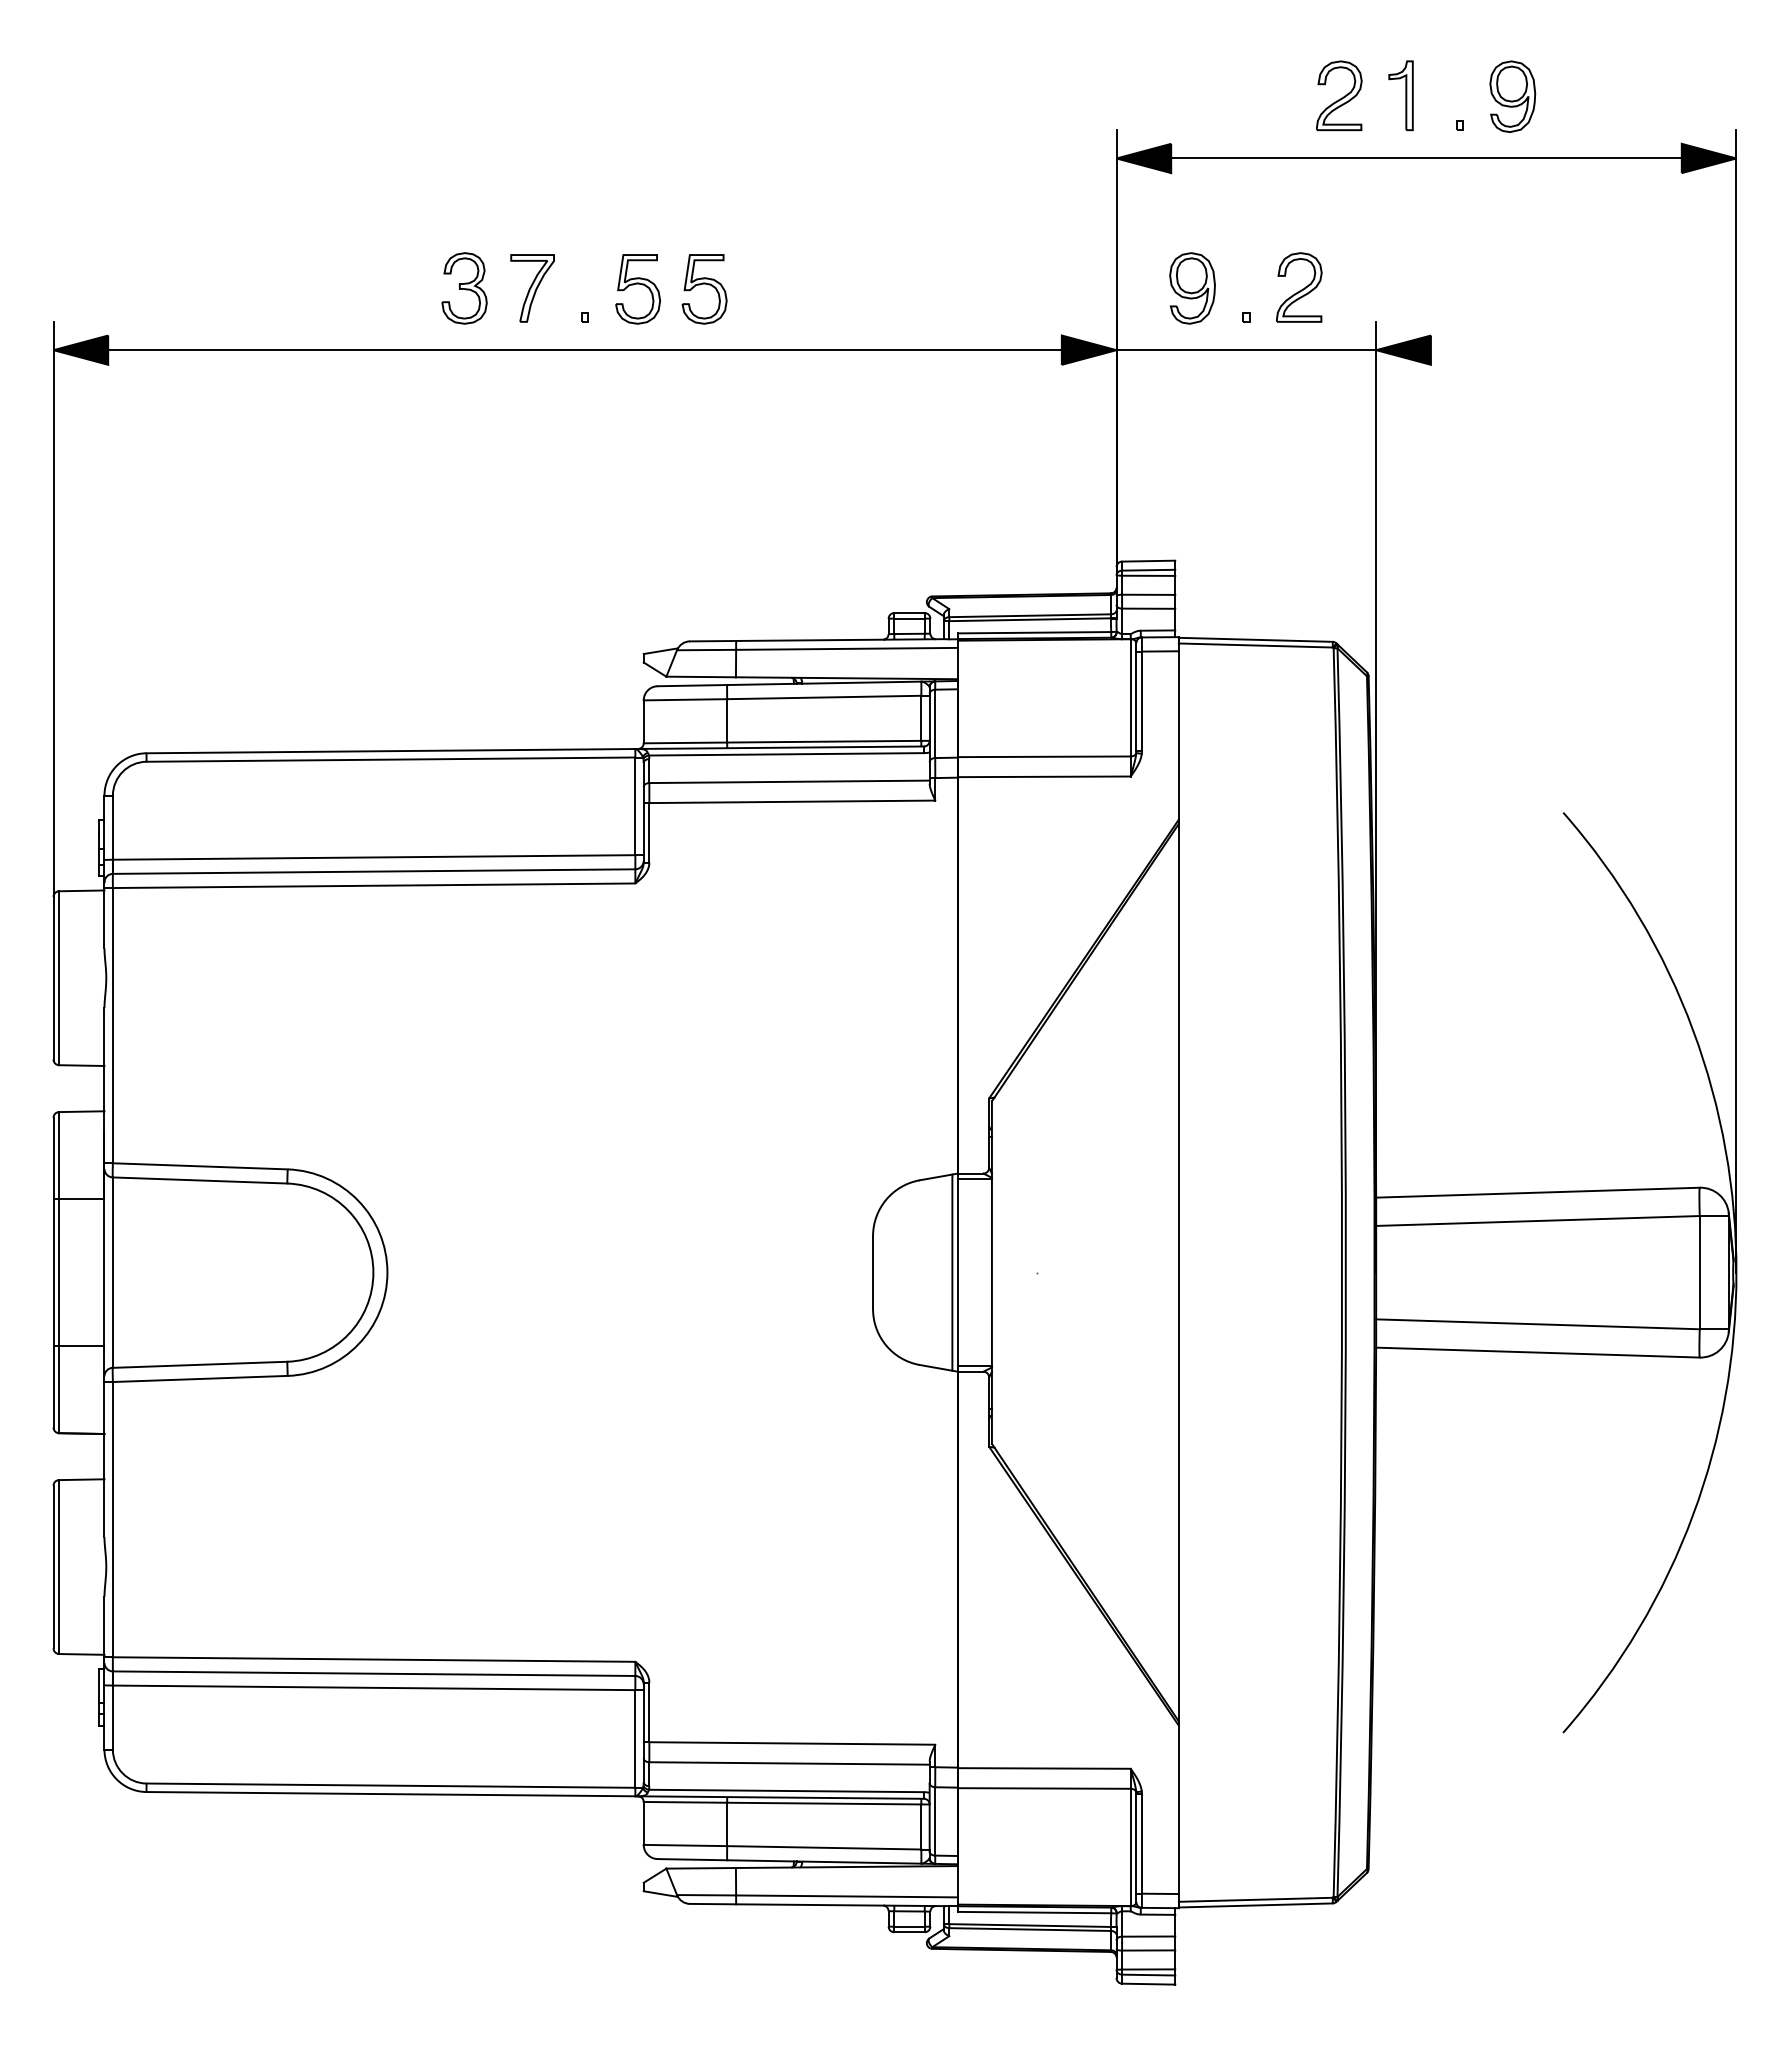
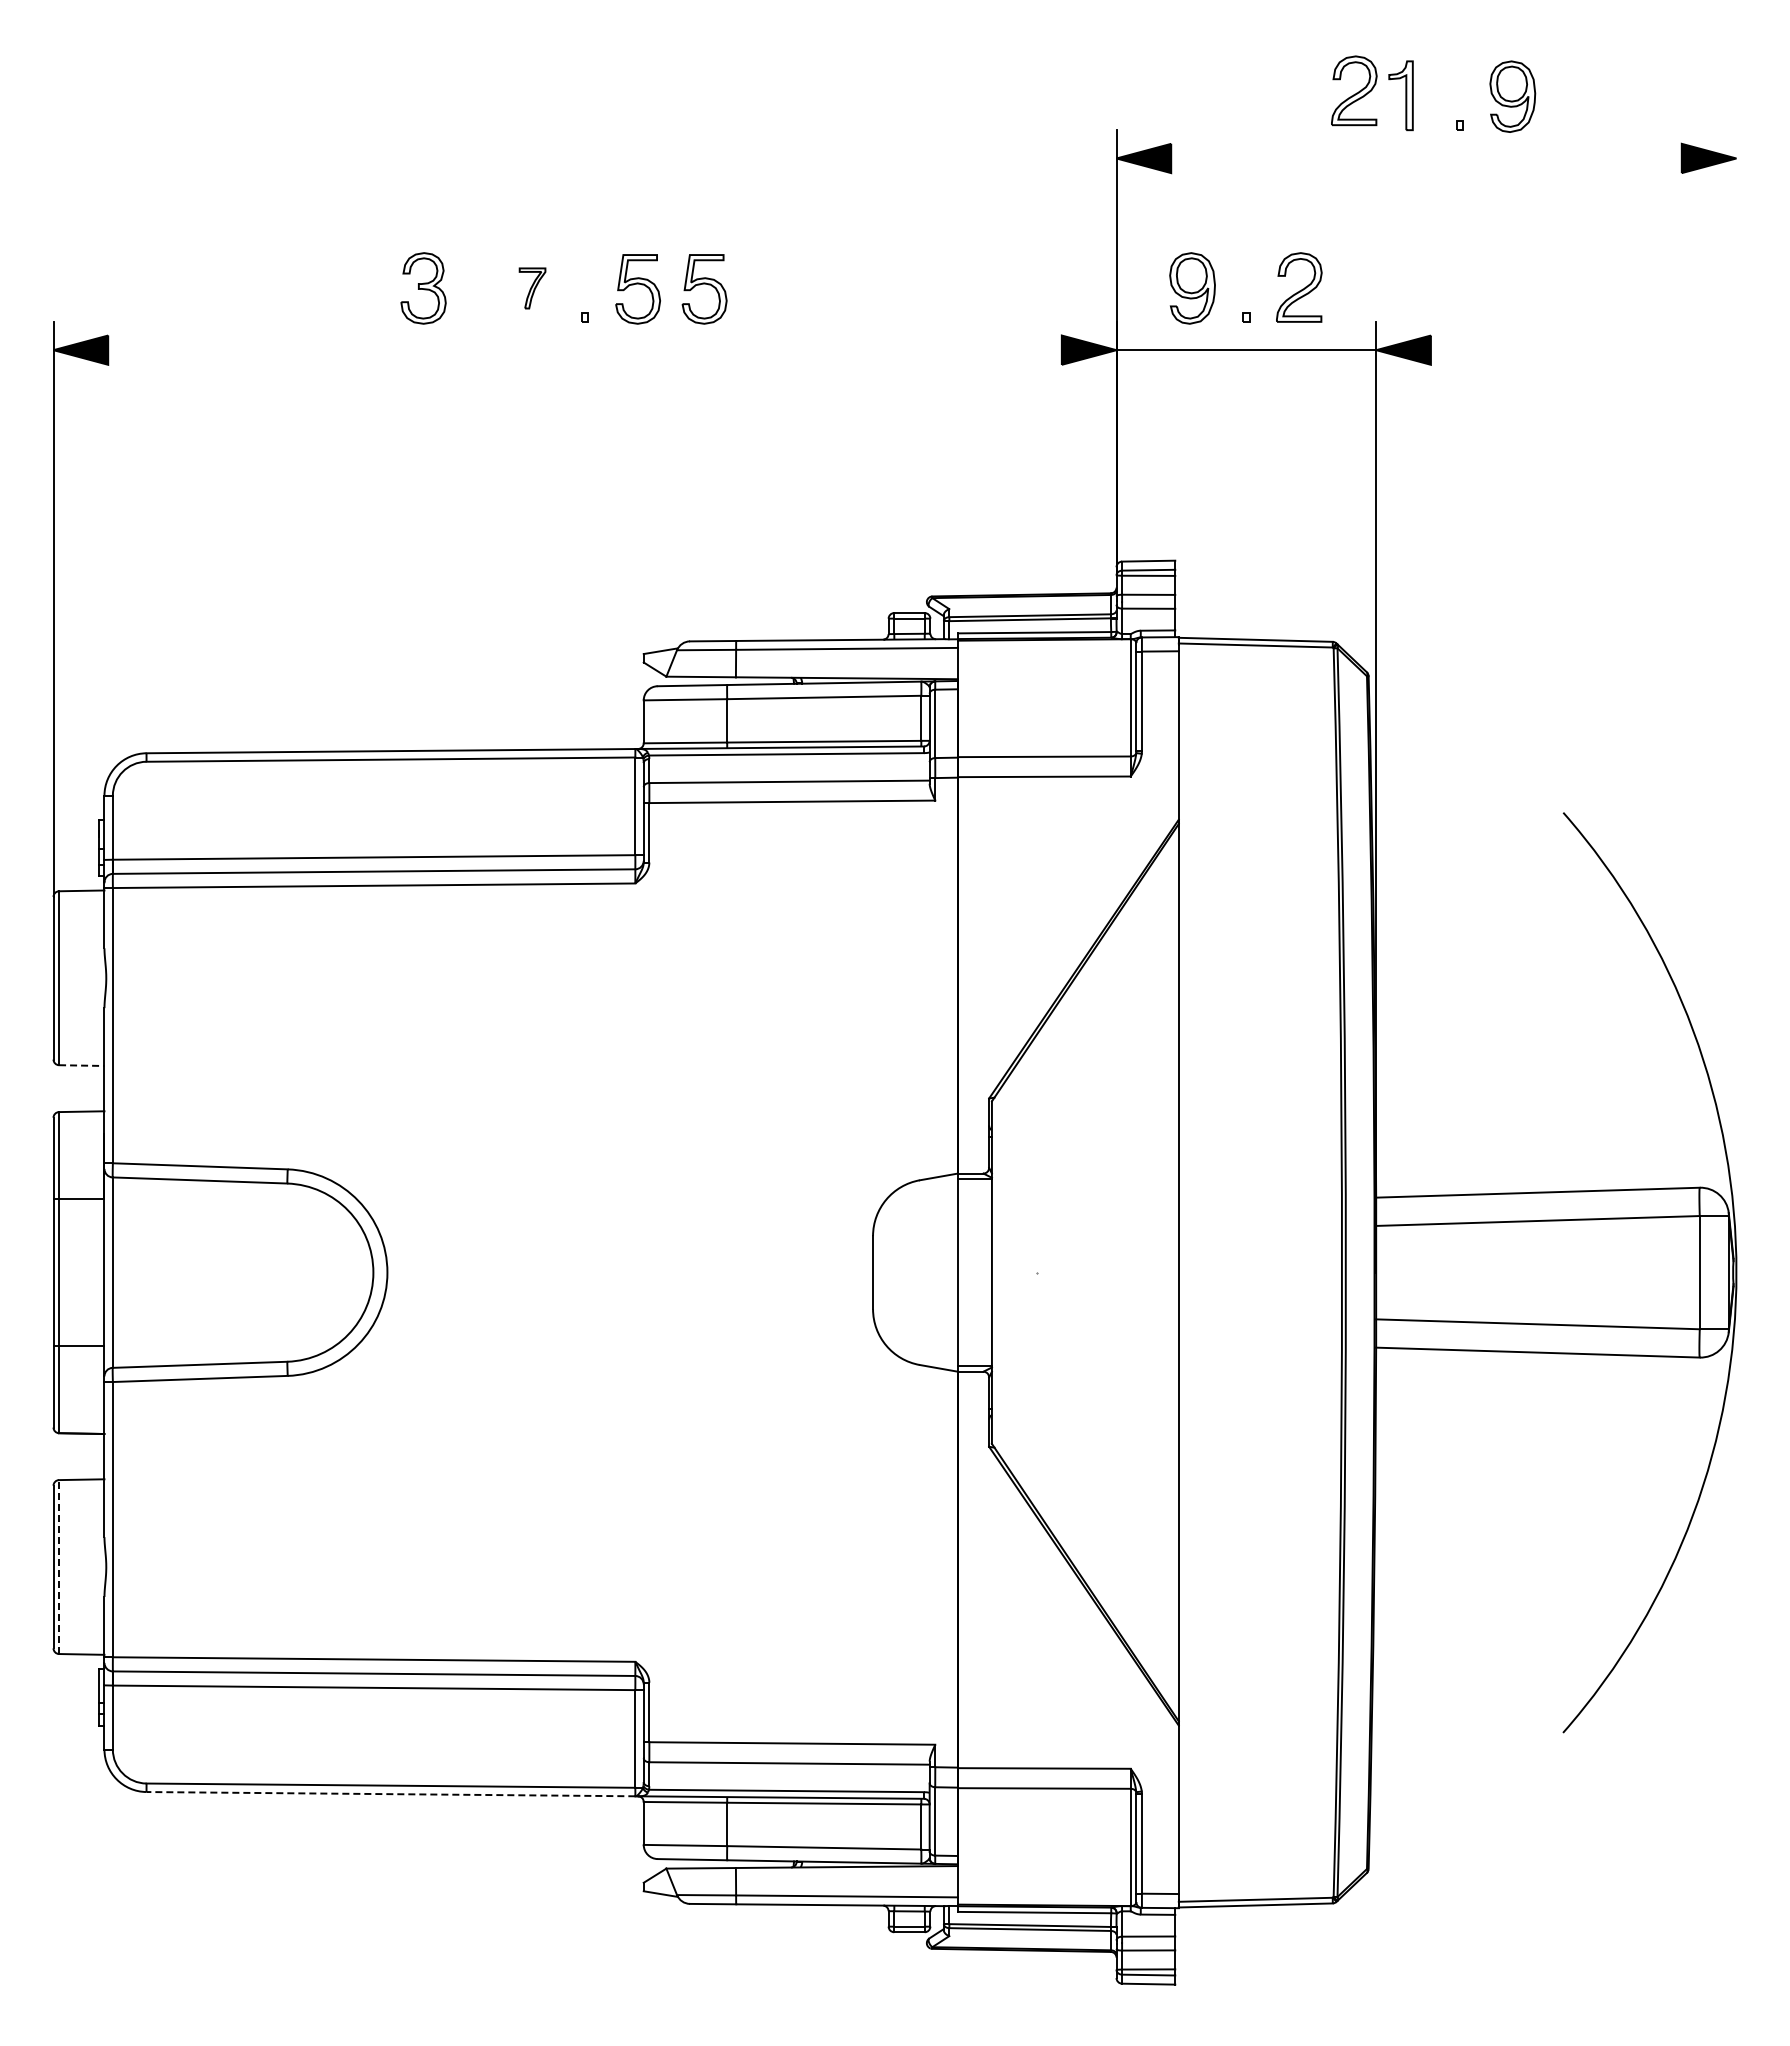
part at (1339, 95) position: (1339, 95) -> (1354, 90)
line at (1426, 158): present -> none
part at (464, 288) position: (464, 288) -> (423, 288)
part at (532, 288) size: 45x69 px -> 29x43 px
line at (584, 350): present -> none
line at (1736, 701): present -> none
line at (81, 1065): solid -> dashed
line at (952, 1272): present -> none
line at (59, 1567): solid -> dashed
line at (390, 1794): solid -> dashed
